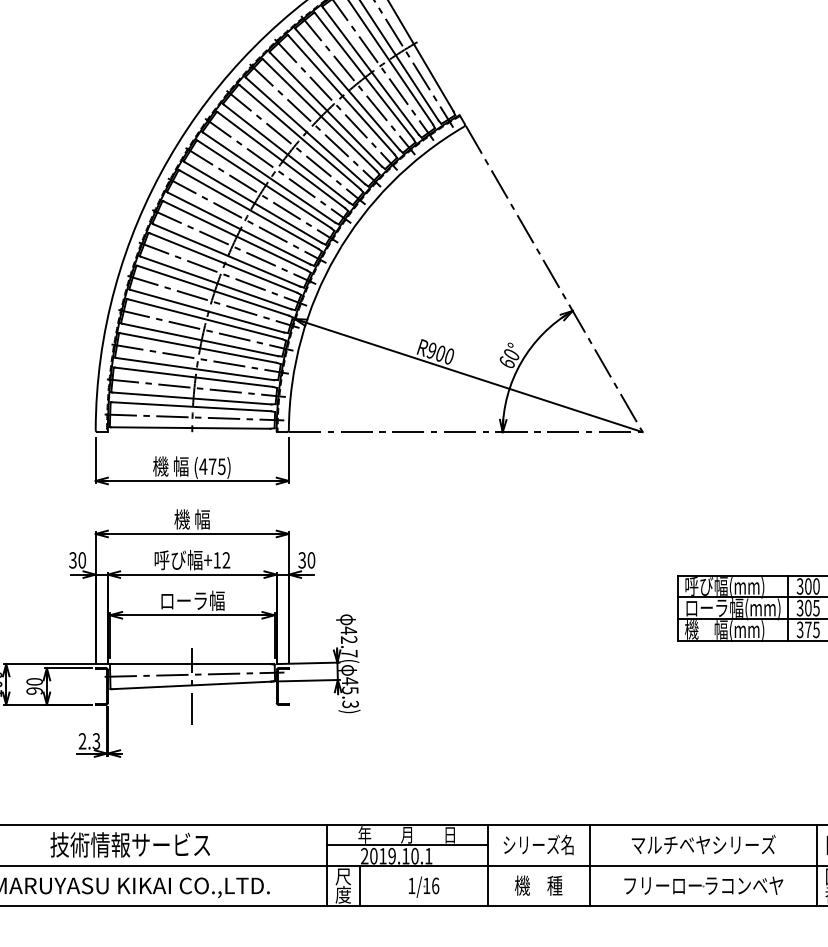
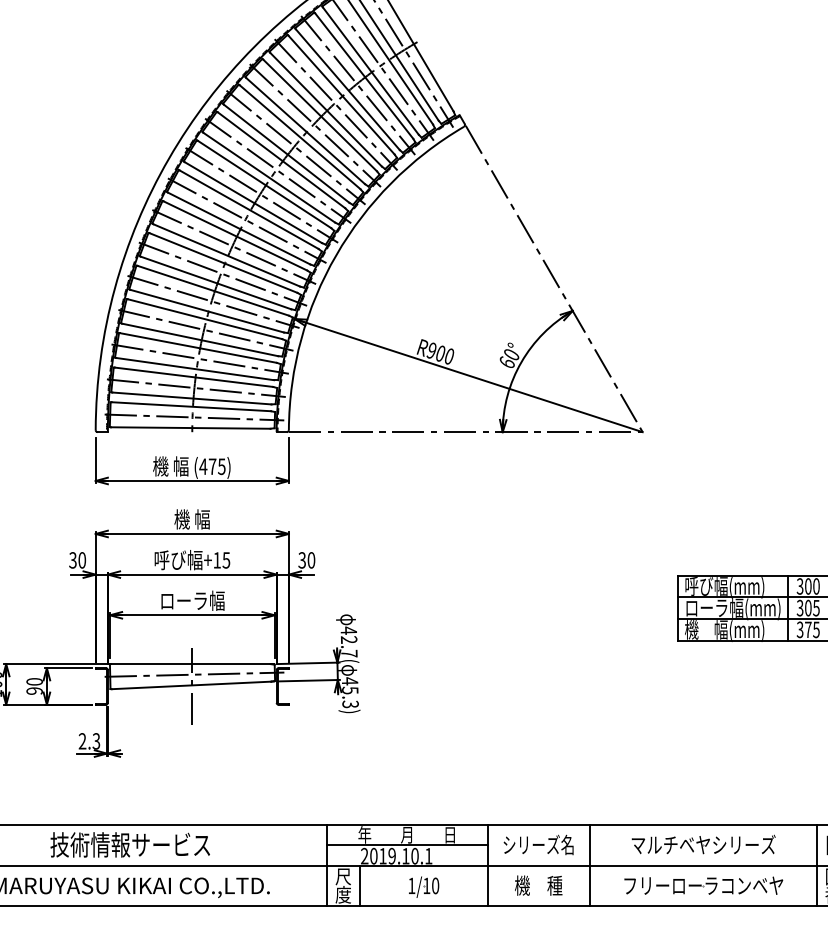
text at (226, 560): +12 -> +15
text at (435, 885): 1/16 -> 1/10
